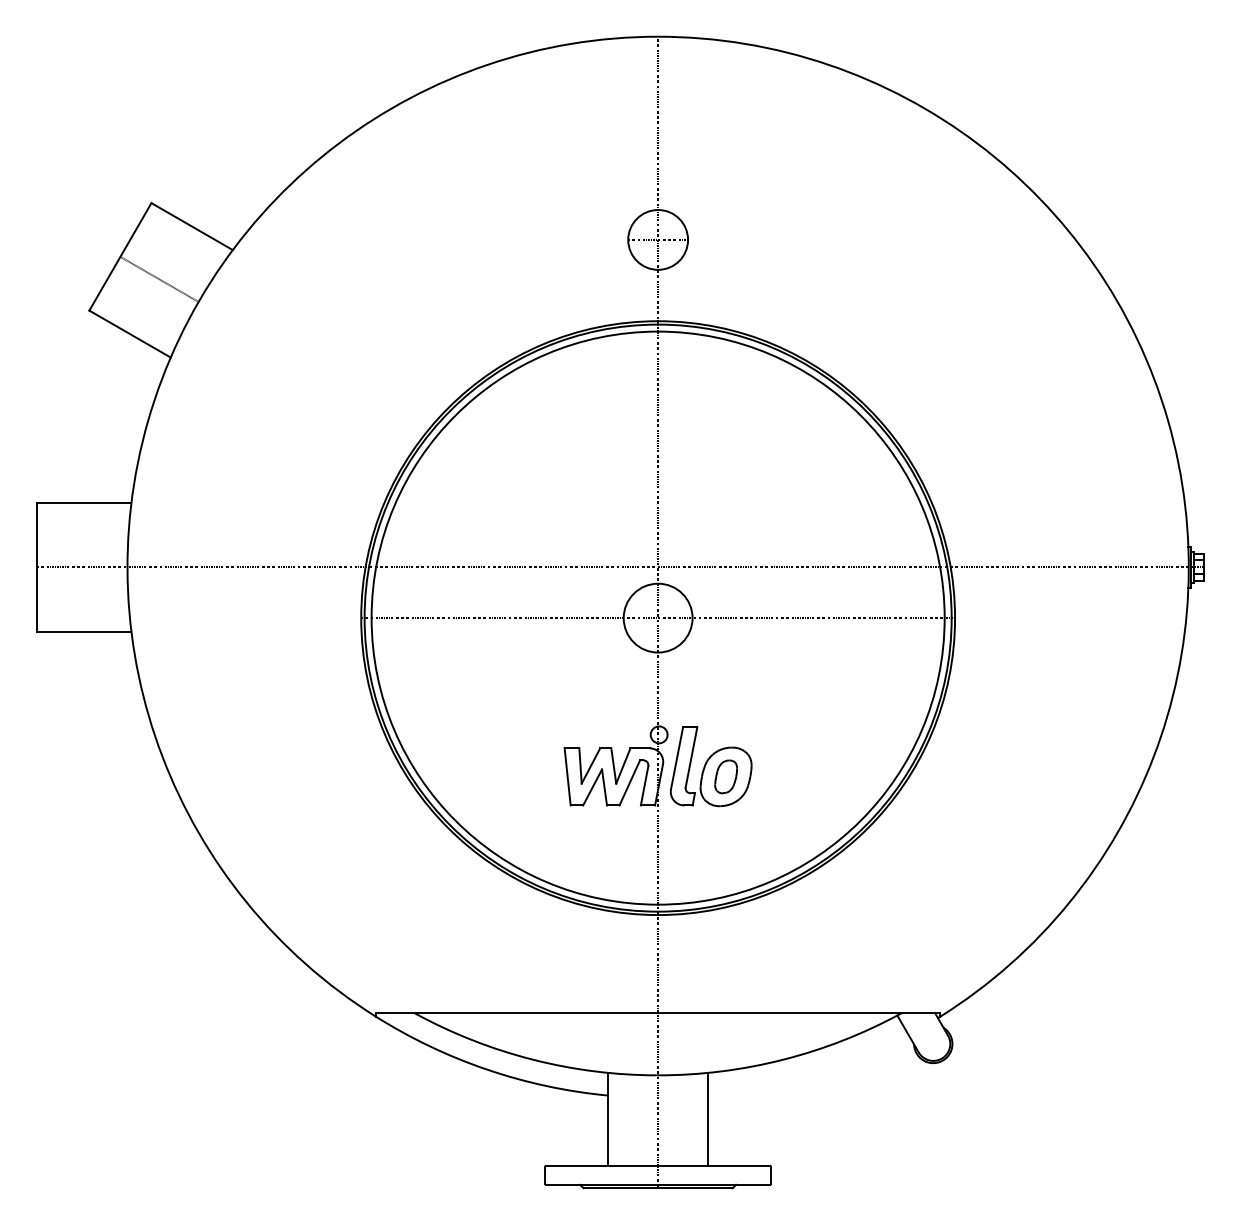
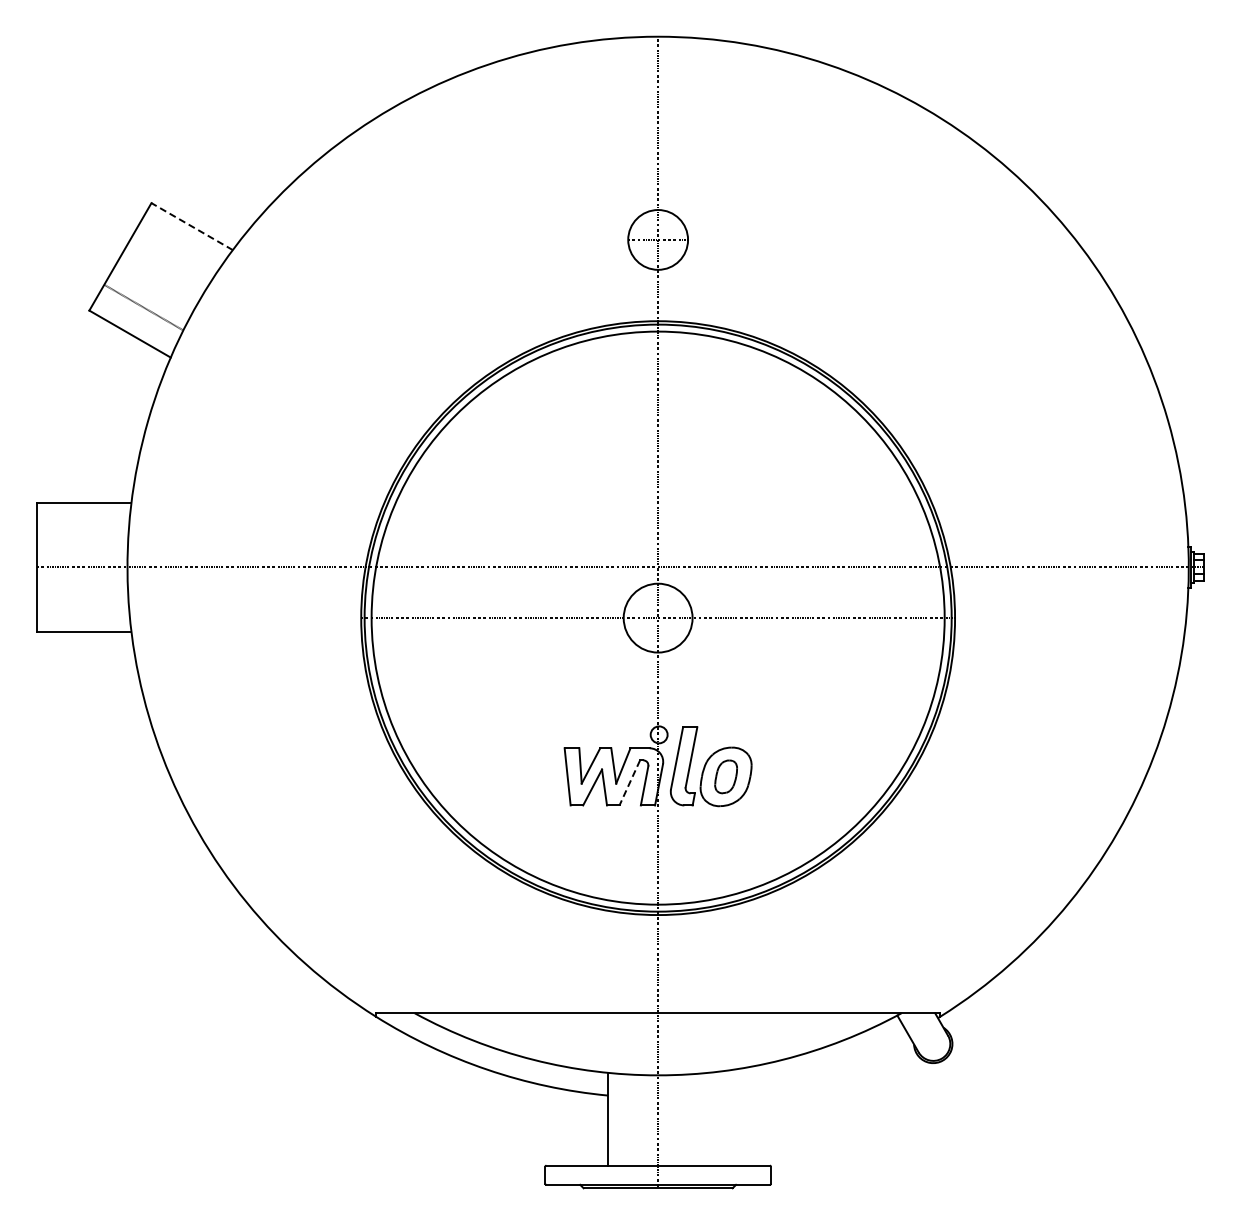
line at (192, 226): solid -> dashed
line at (159, 279) position: (159, 279) -> (143, 307)
line at (629, 782): solid -> dashed
line at (708, 1118): present -> none
